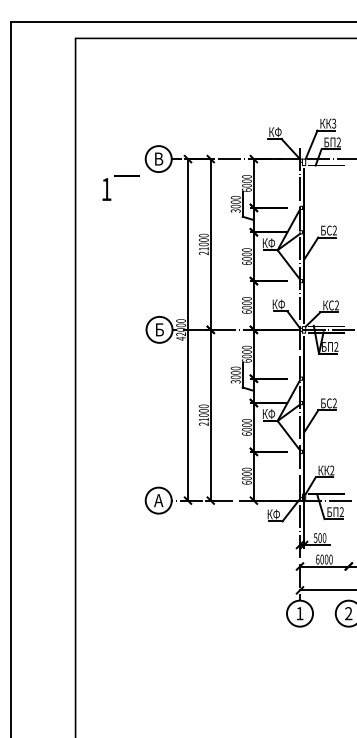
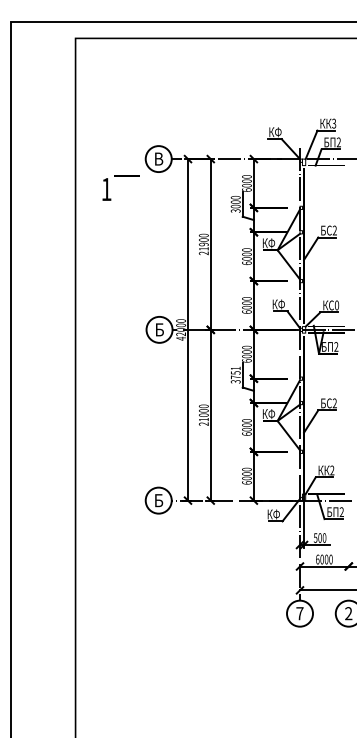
text at (203, 244): 21000 -> 21900
text at (337, 305): C2 -> C0
text at (235, 372): 3000 -> 3751
text at (158, 500): А -> Б
text at (299, 613): 1 -> 7
